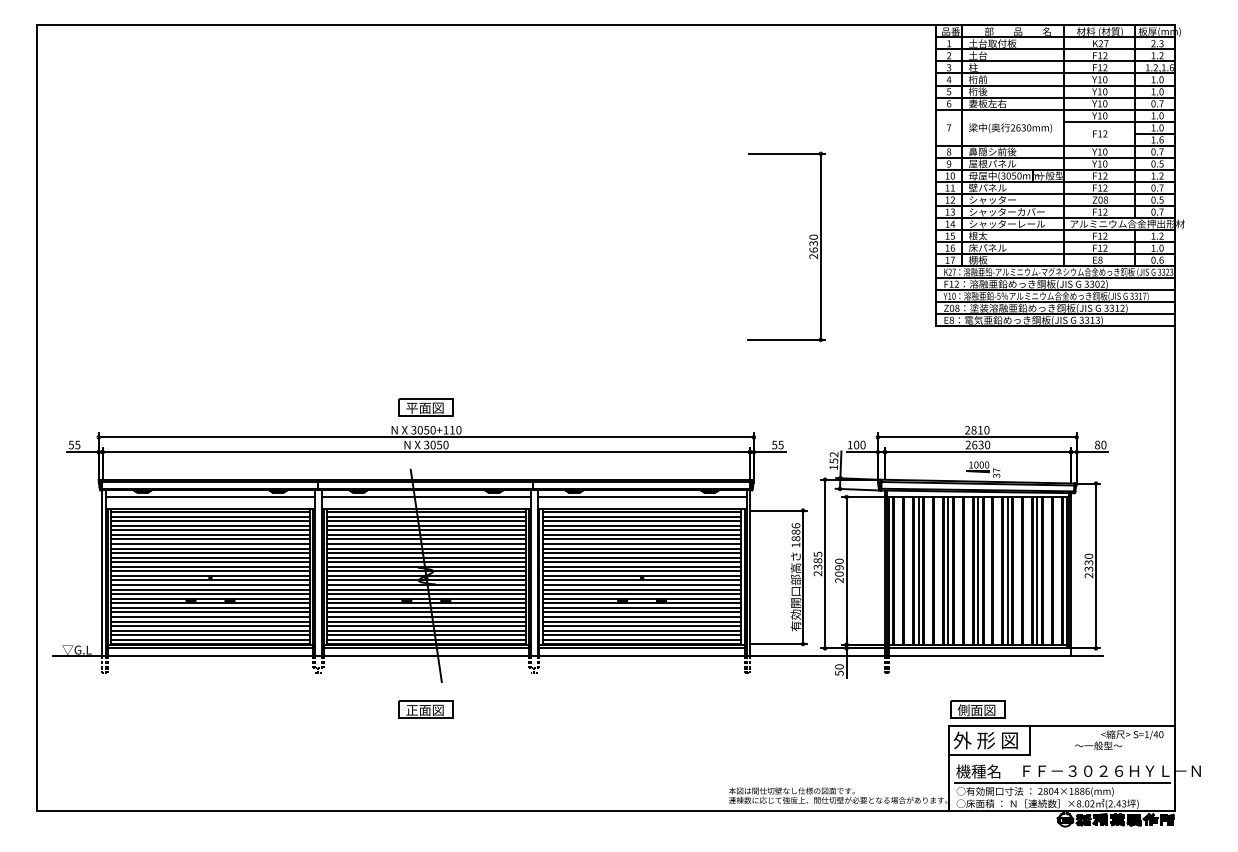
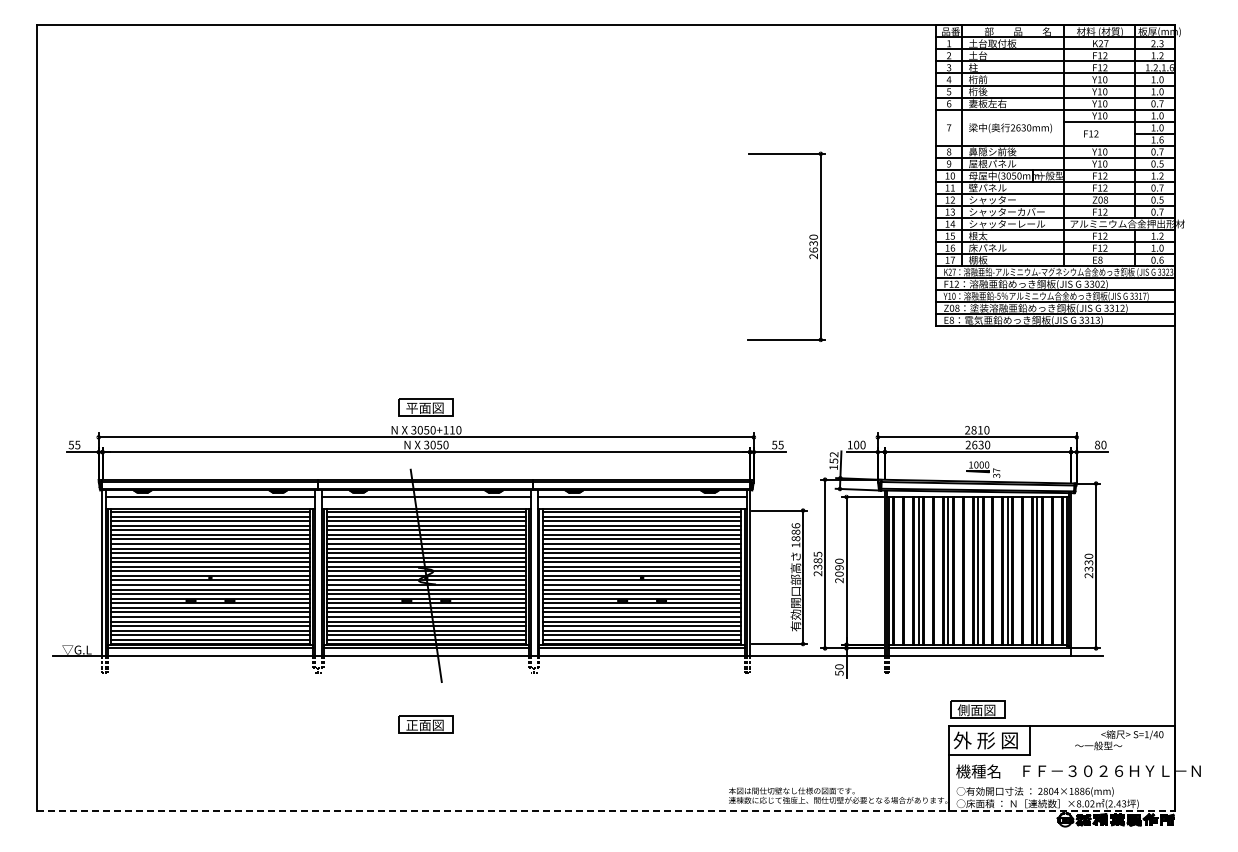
text at (1100, 133) position: (1100, 133) -> (1091, 133)
part at (425, 709) position: (425, 709) -> (425, 724)
line at (1061, 782): present -> none
line at (606, 811): solid -> dashed
